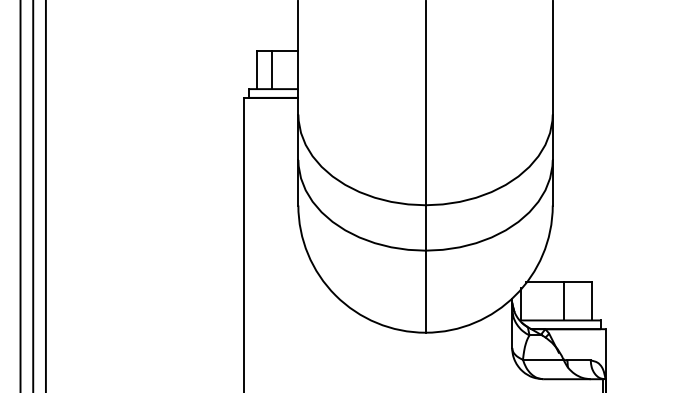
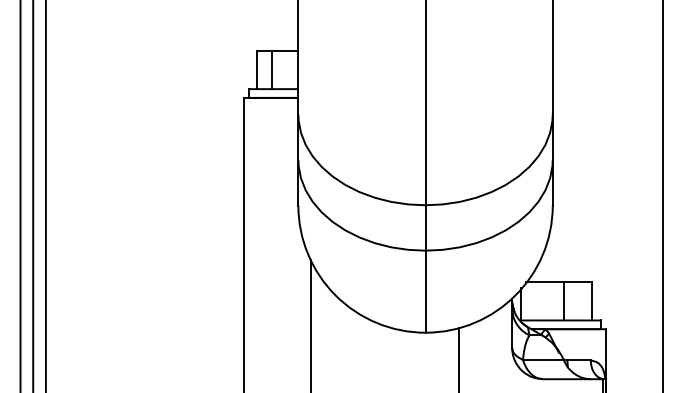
line at (663, 195): none -> present
line at (310, 324): none -> present
line at (458, 358): none -> present
